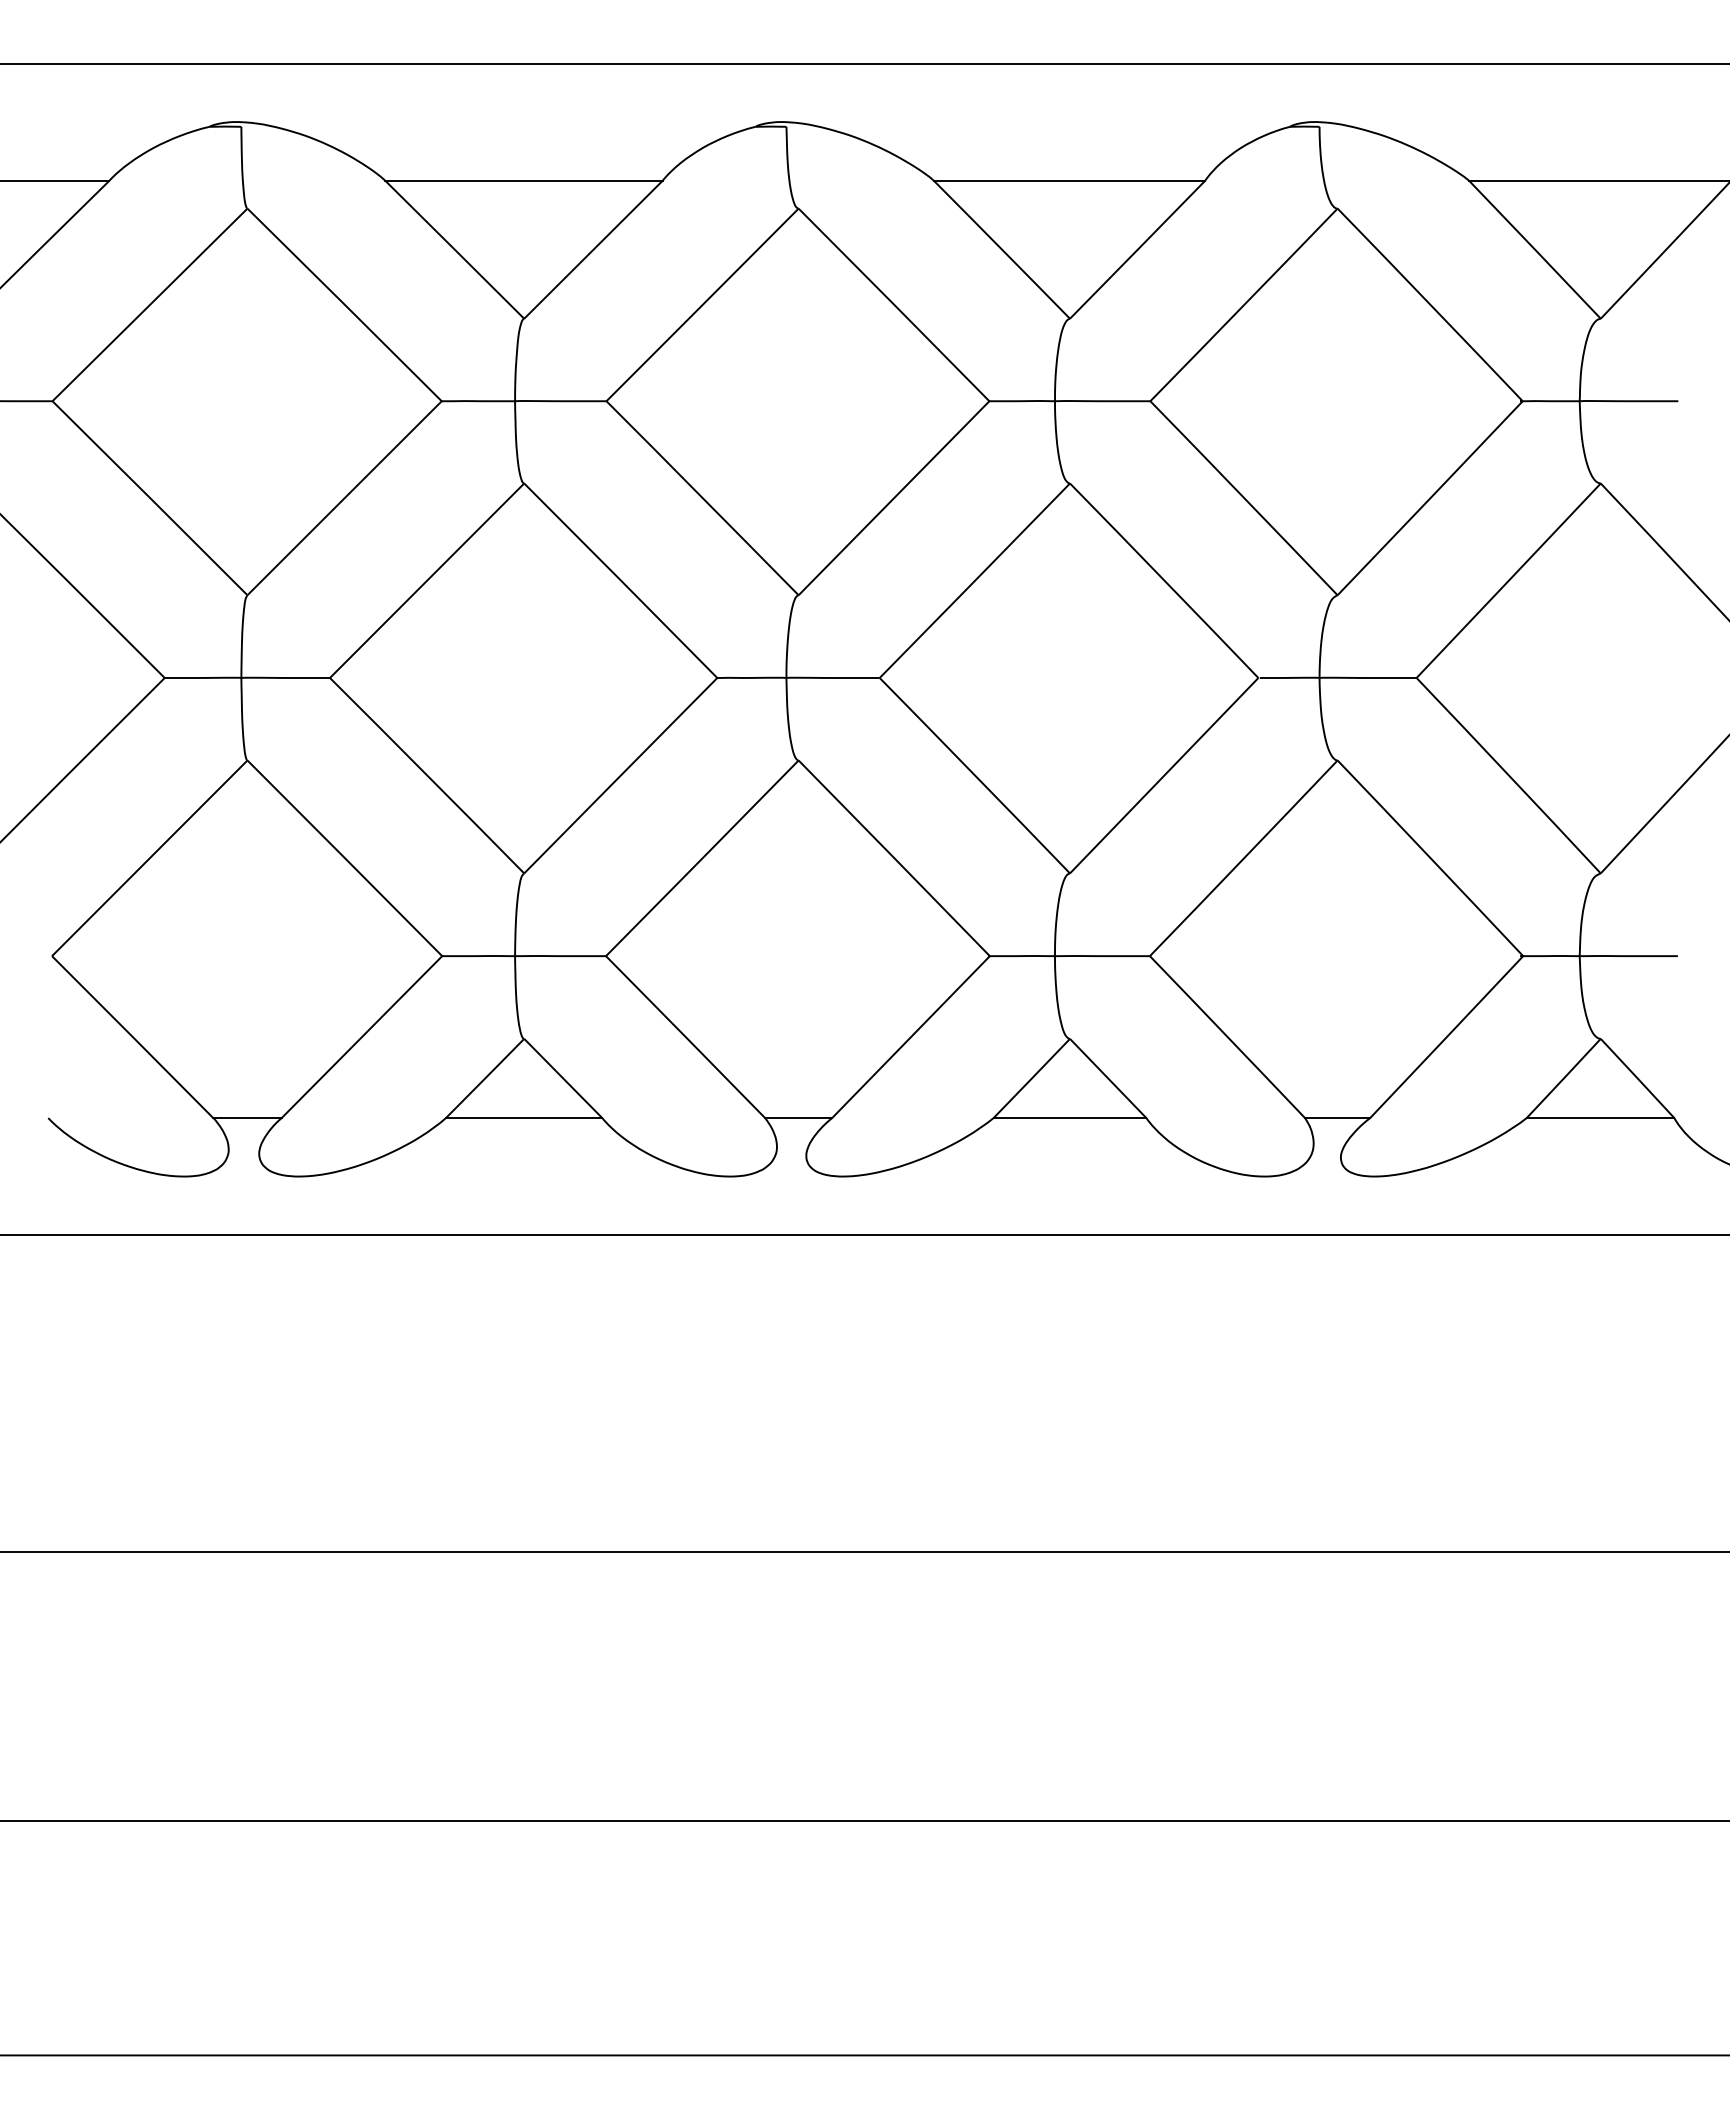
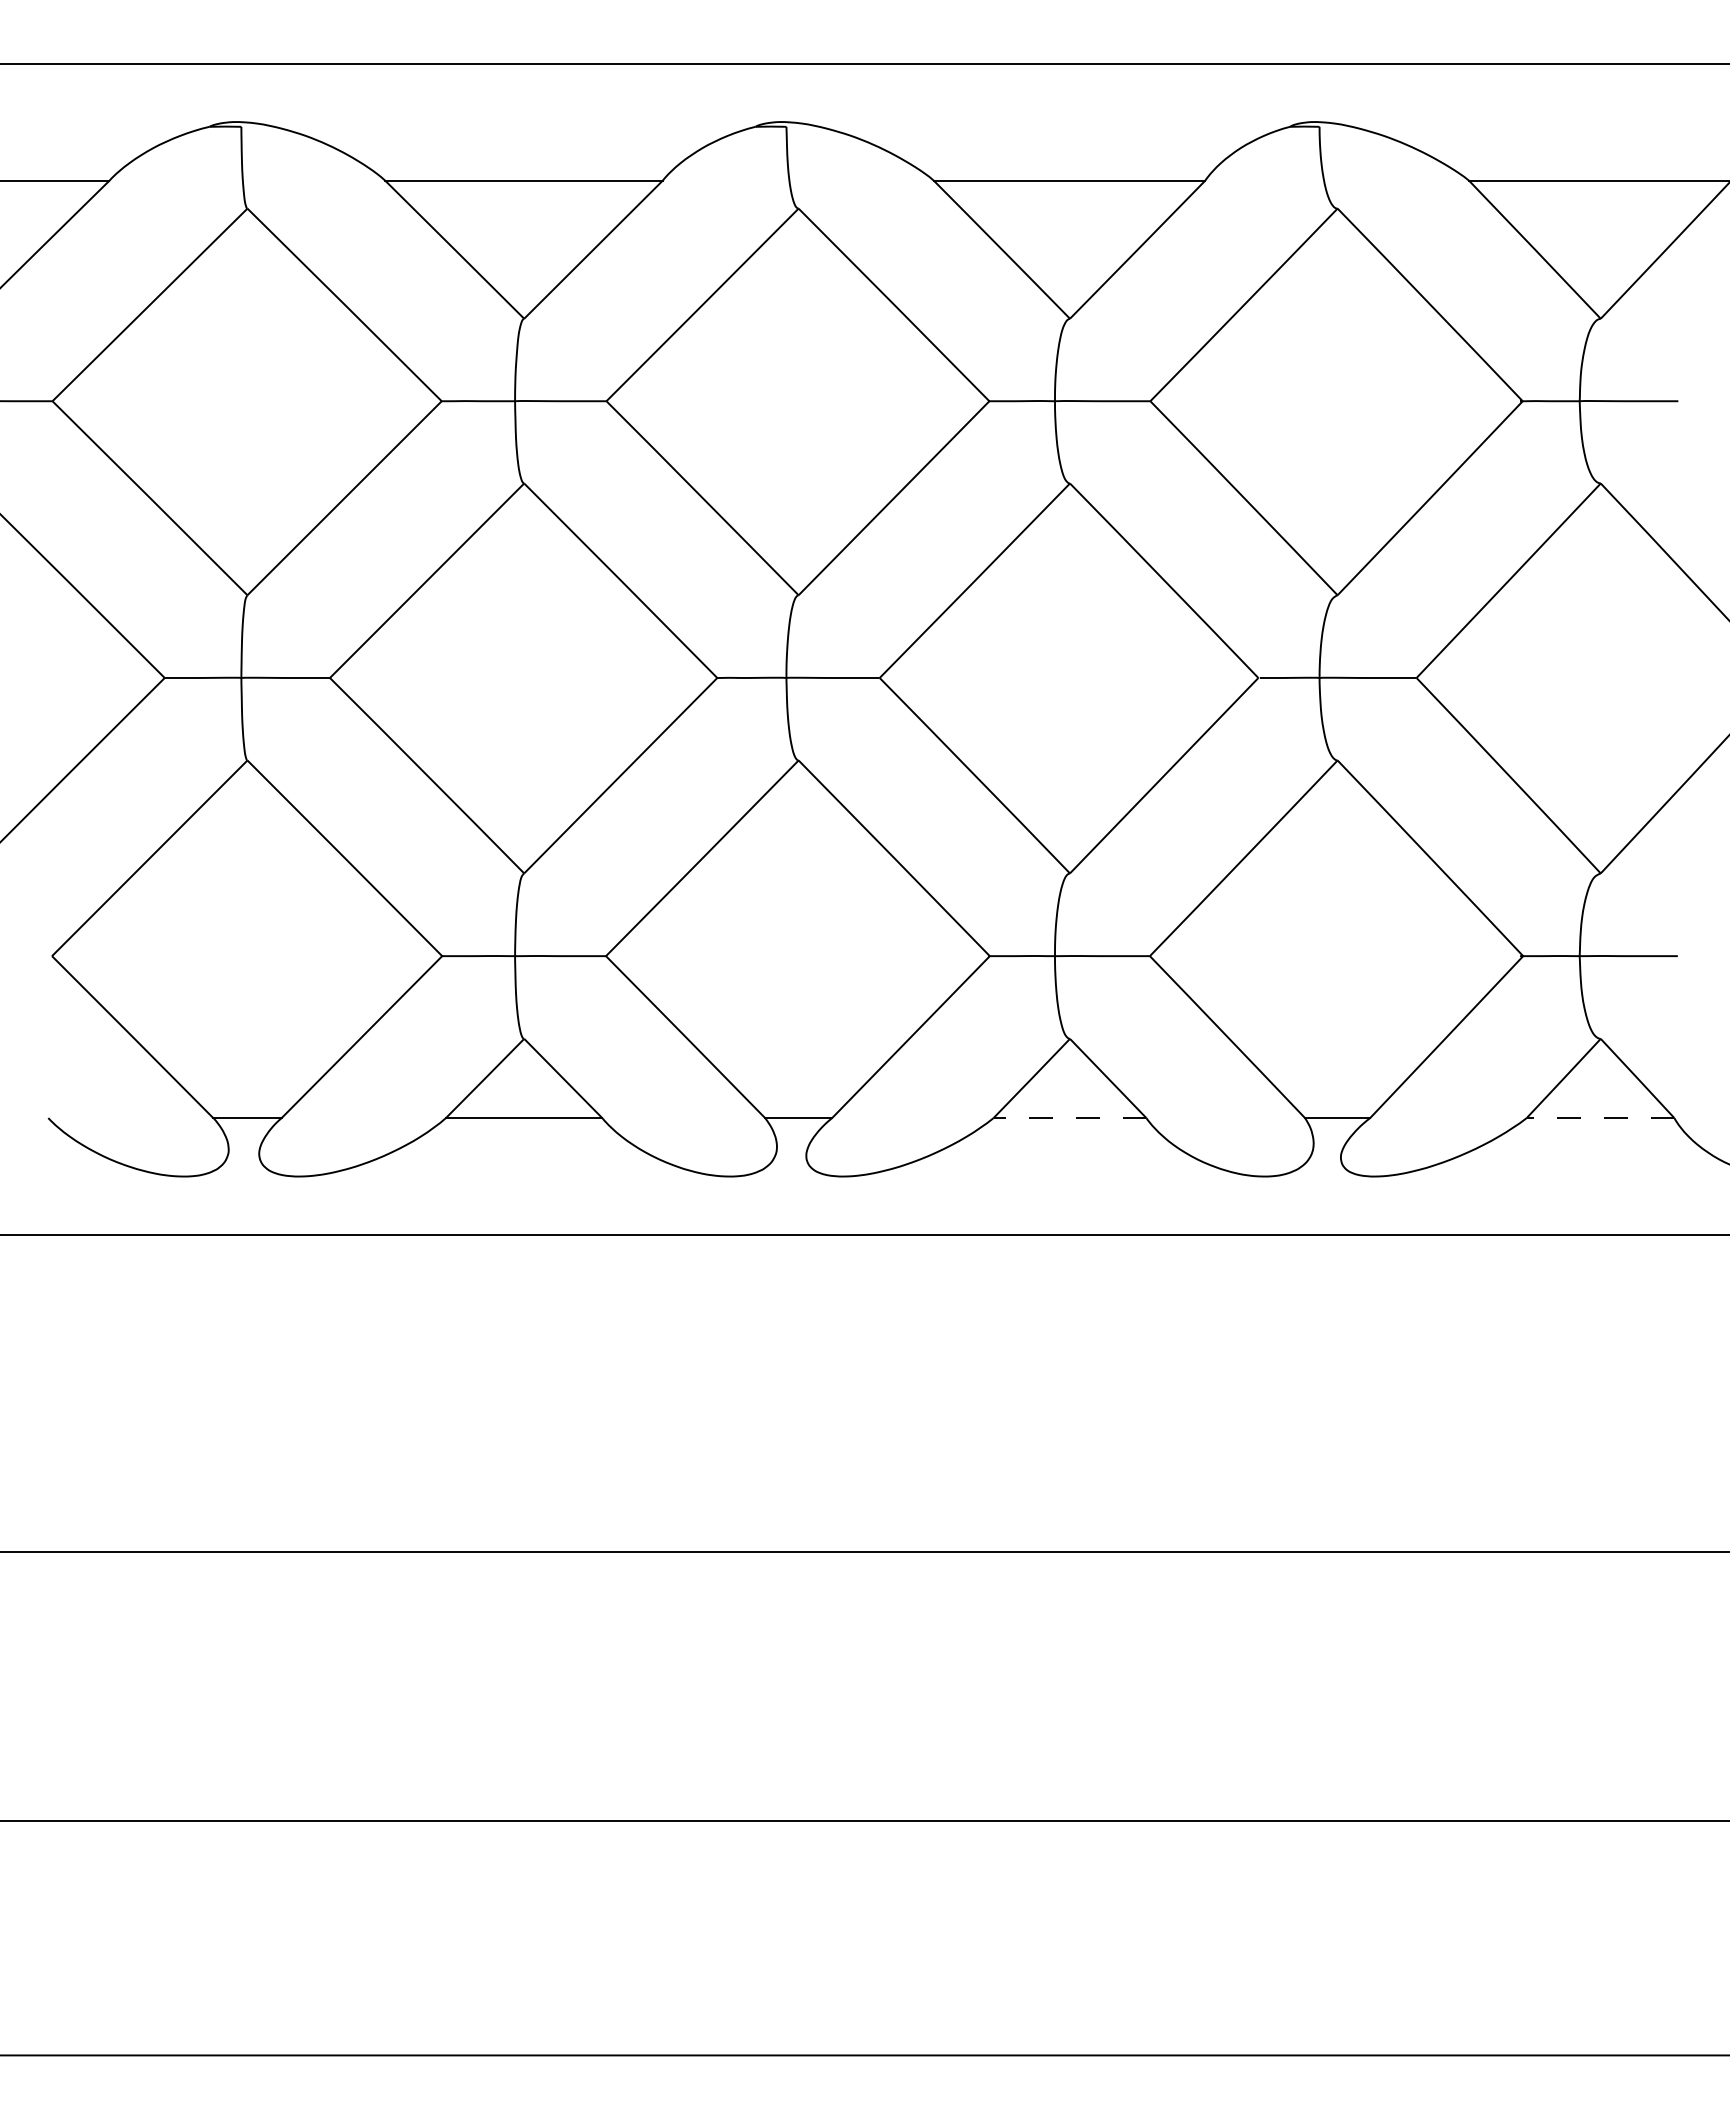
line at (1069, 1118): solid -> dashed
line at (1600, 1118): solid -> dashed
